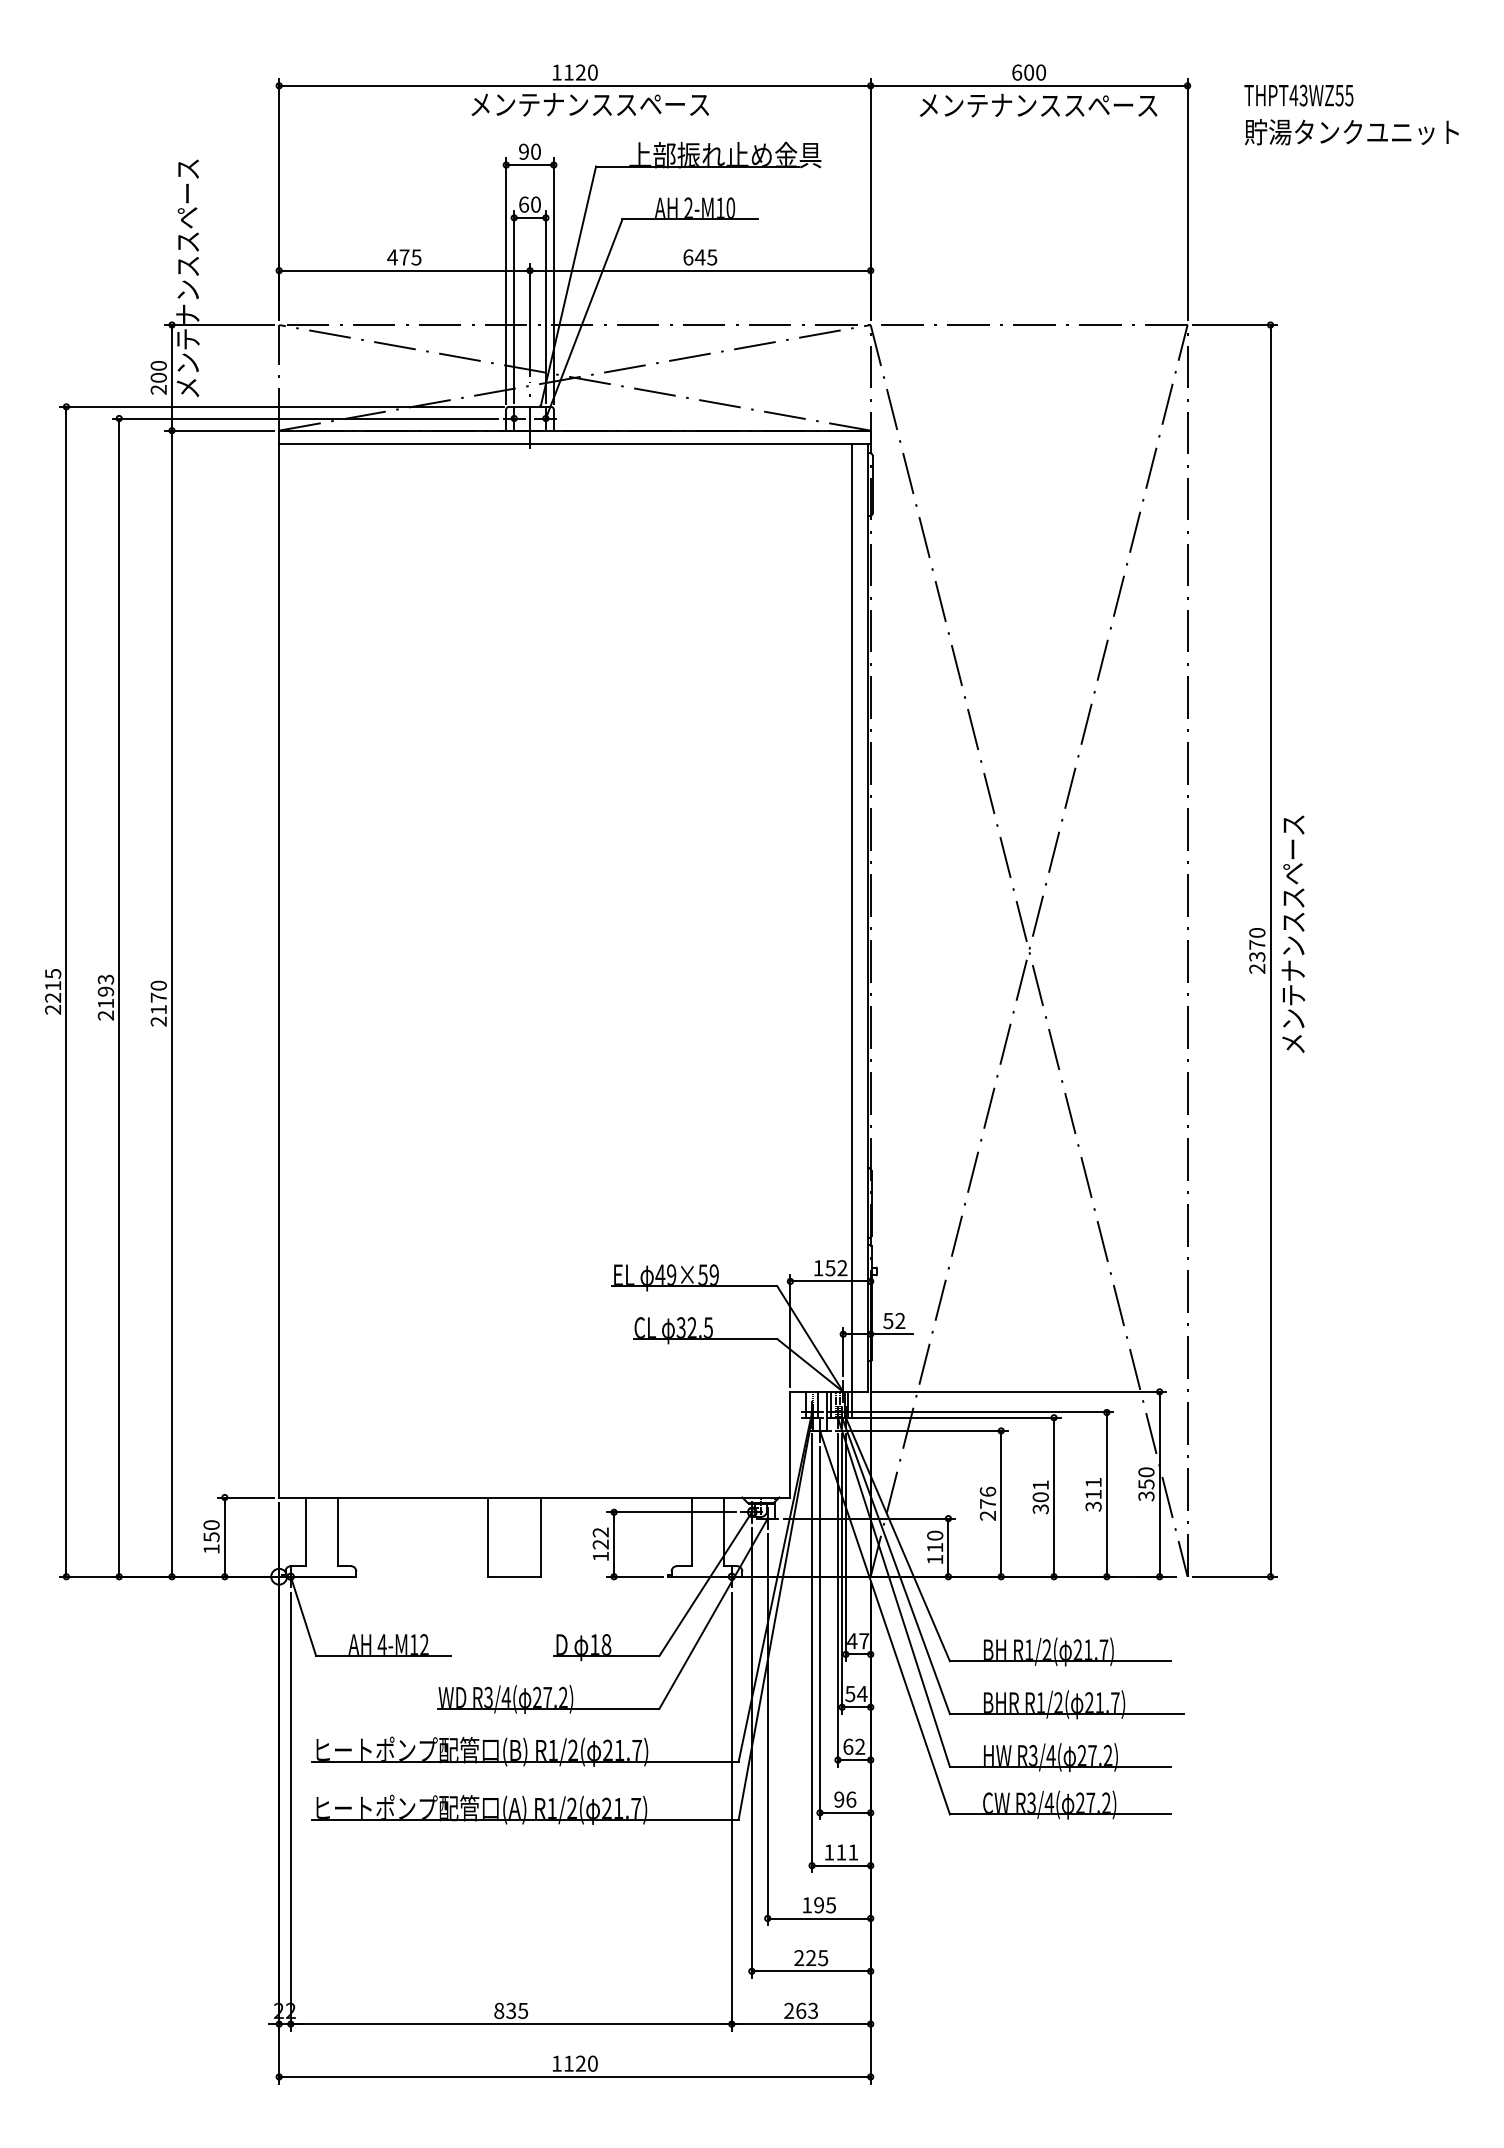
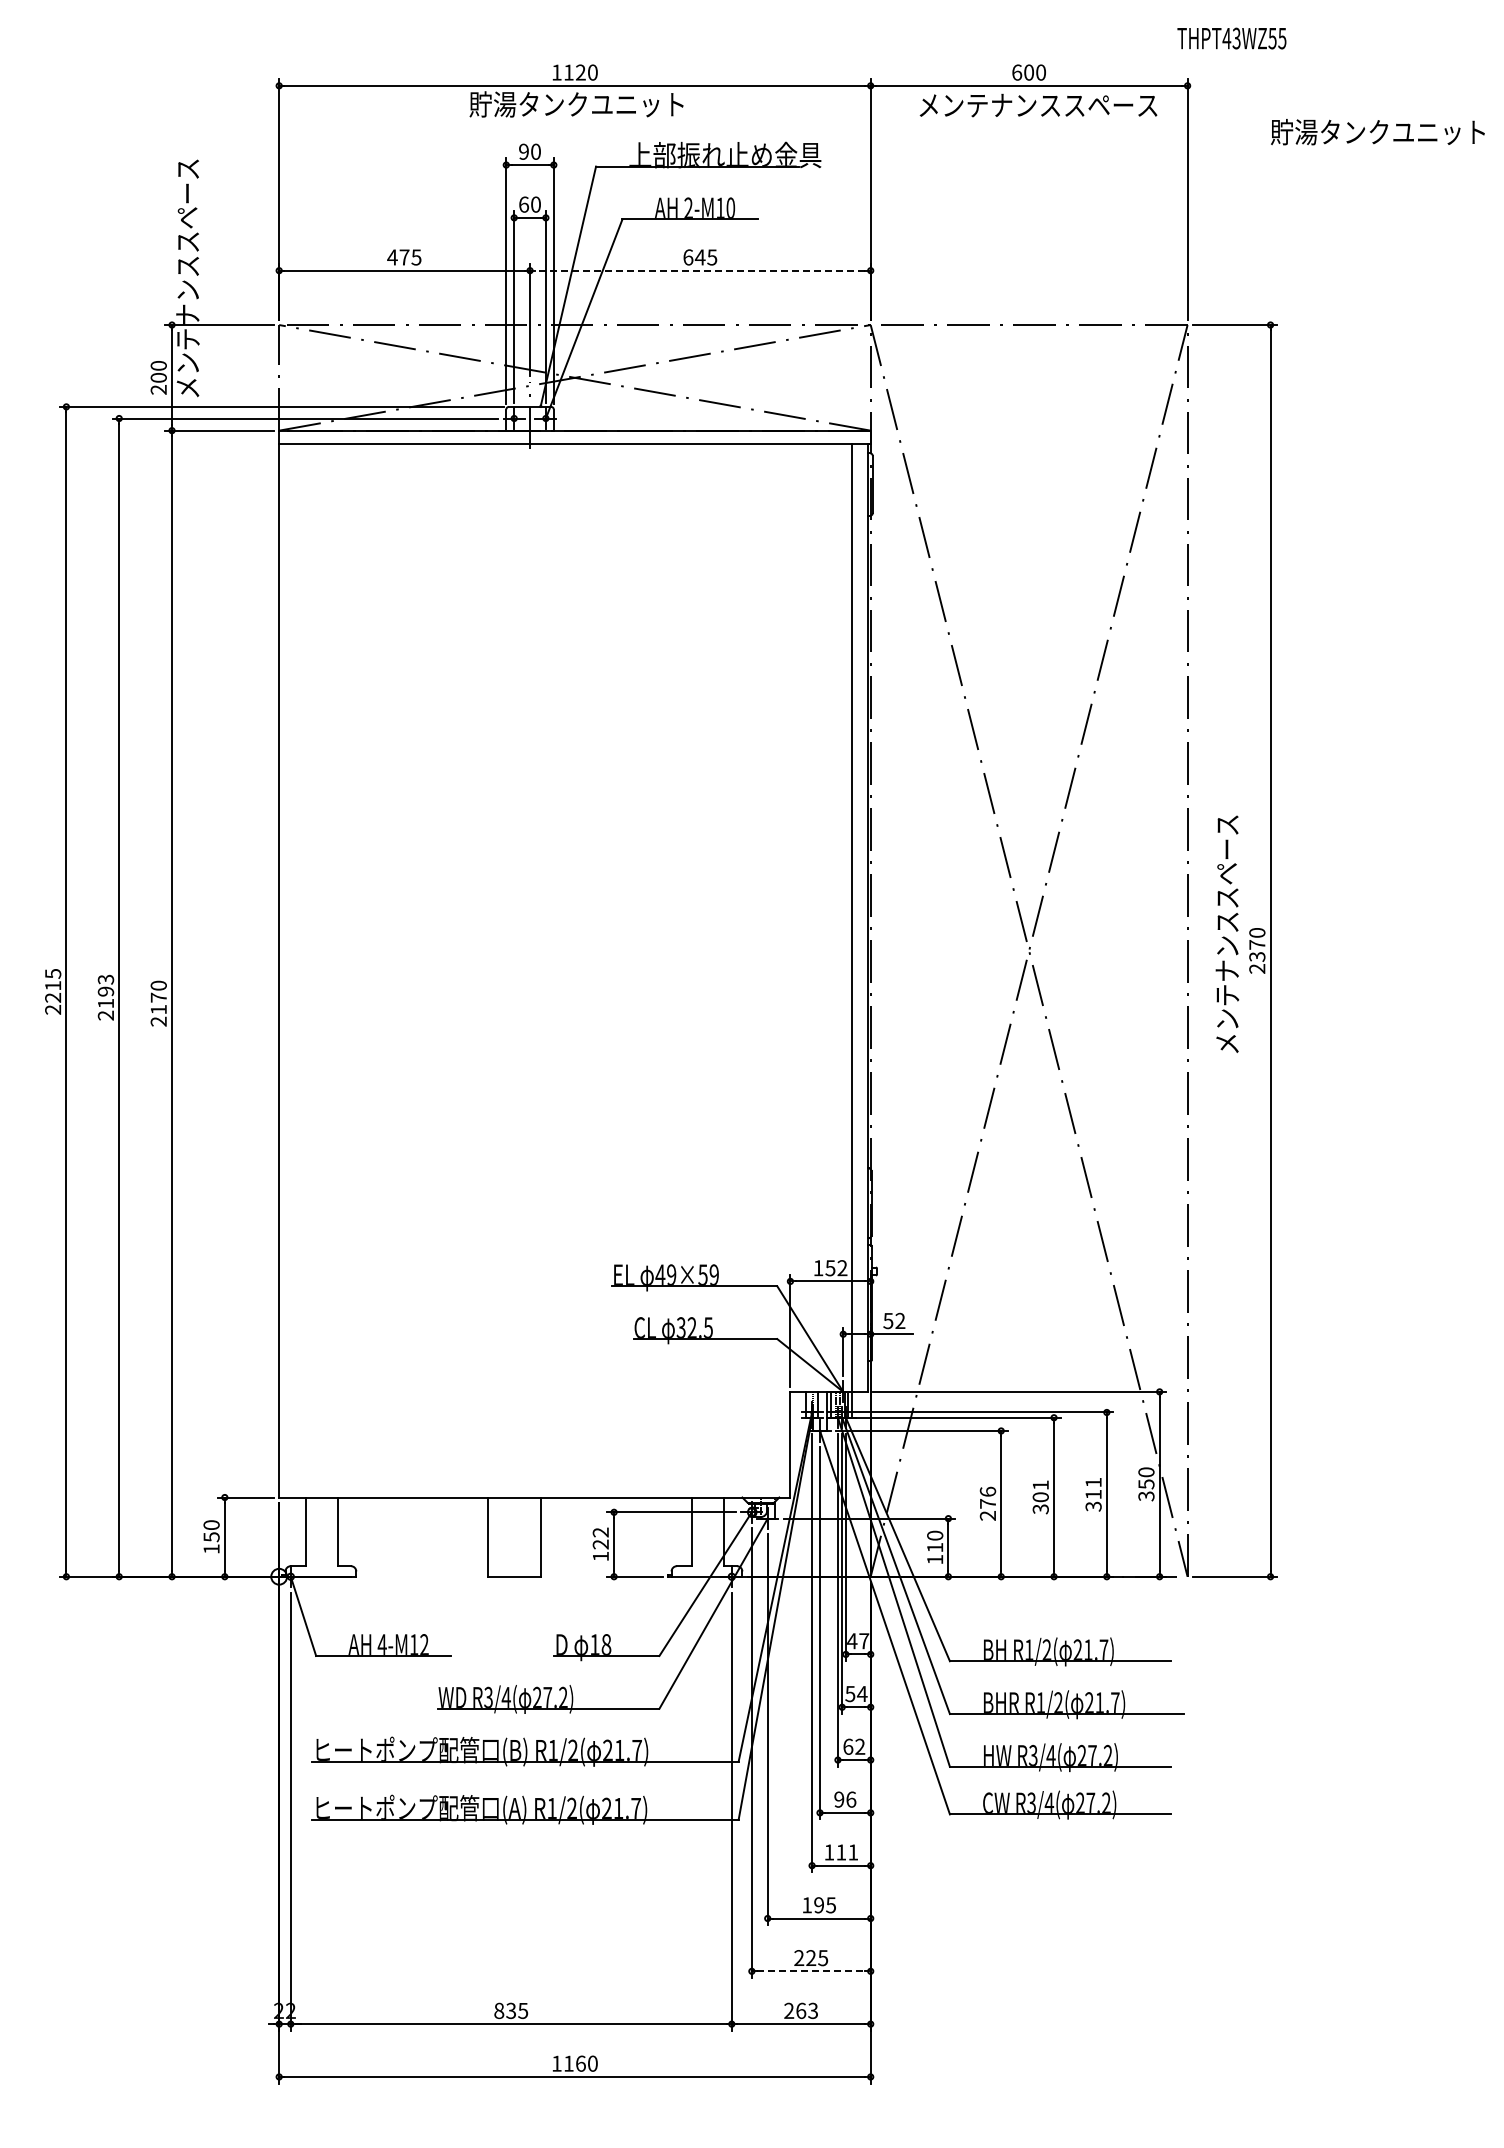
text at (1298, 95) position: (1298, 95) -> (1231, 38)
text at (588, 104): メンテナンススペース -> 貯湯タンクユニット
text at (1351, 132) position: (1351, 132) -> (1377, 132)
line at (699, 270): solid -> dashed
text at (1293, 933) position: (1293, 933) -> (1227, 933)
line at (811, 1971): solid -> dashed
text at (580, 2063): 1120 -> 1160
